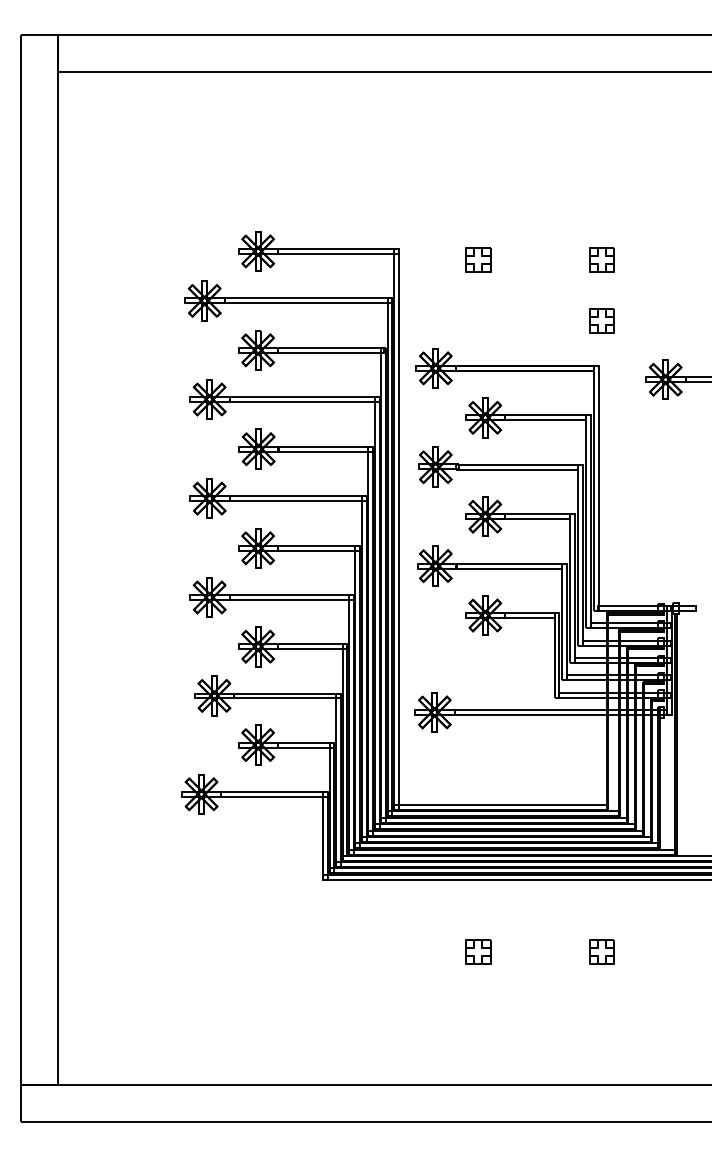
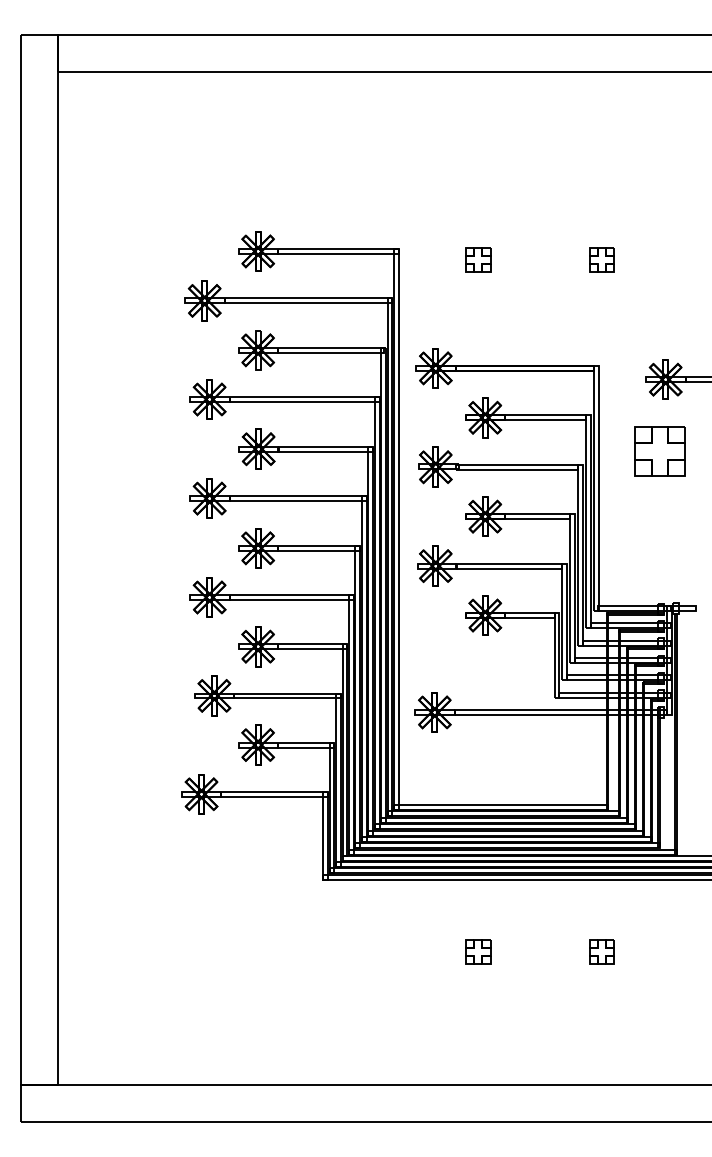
part at (601, 320): present -> none
part at (659, 451): none -> present
